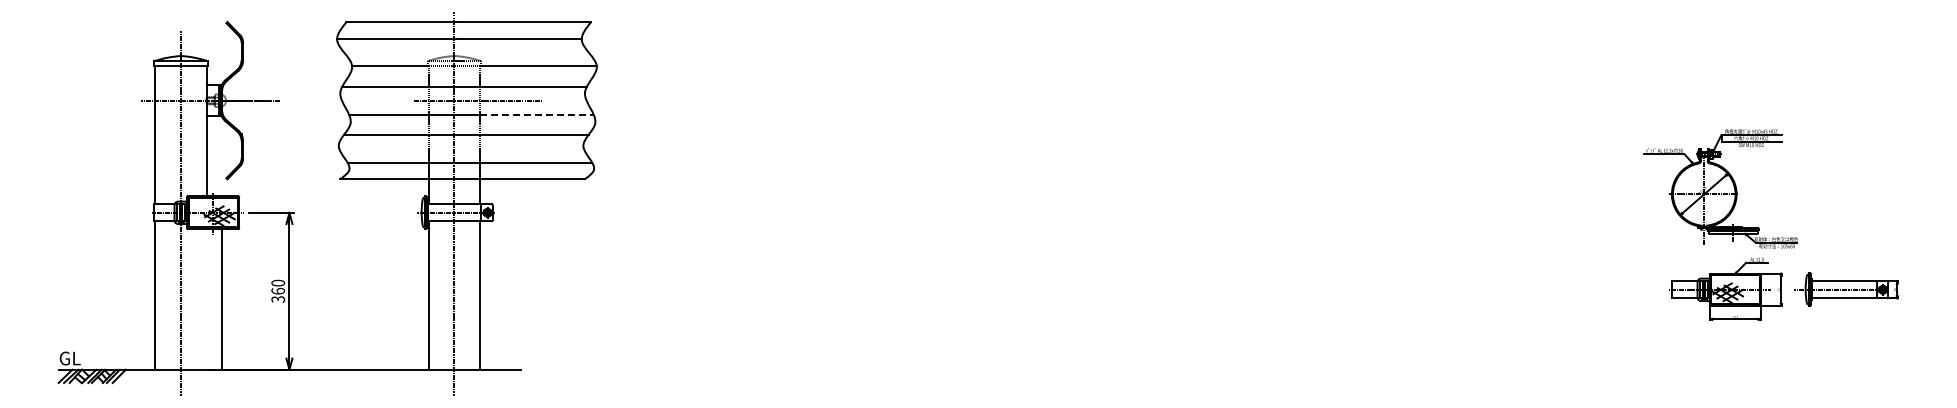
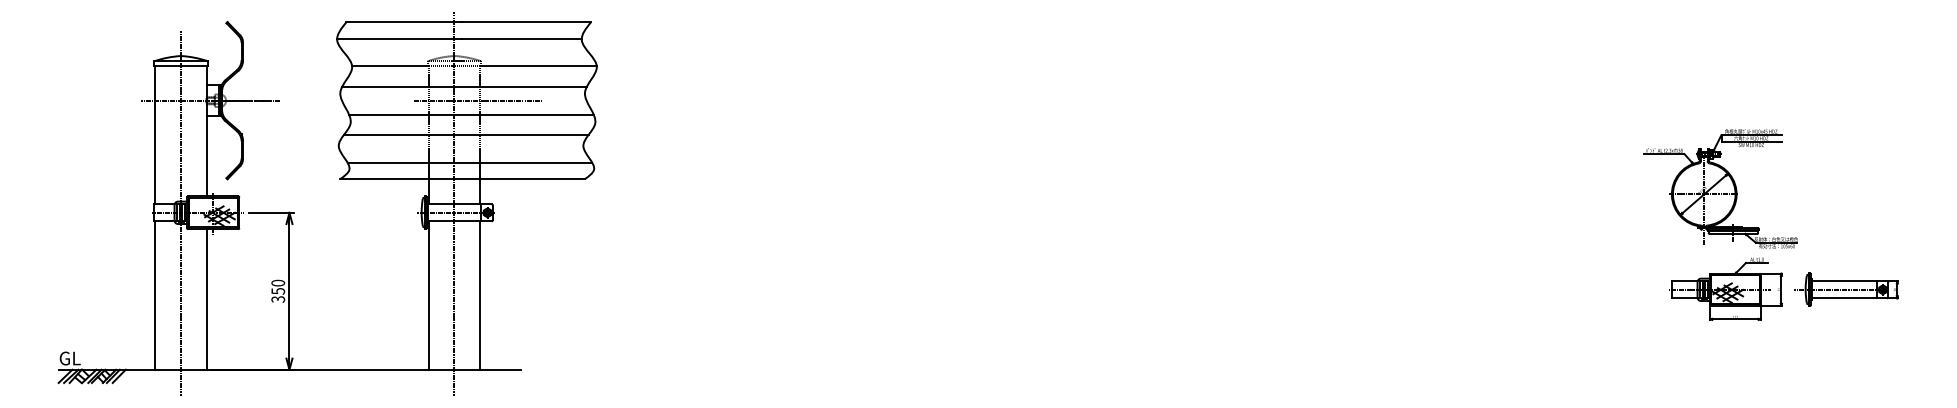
line at (536, 114): dashed -> solid
text at (278, 290): 360 -> 350
line at (221, 299) position: (221, 299) -> (206, 299)
